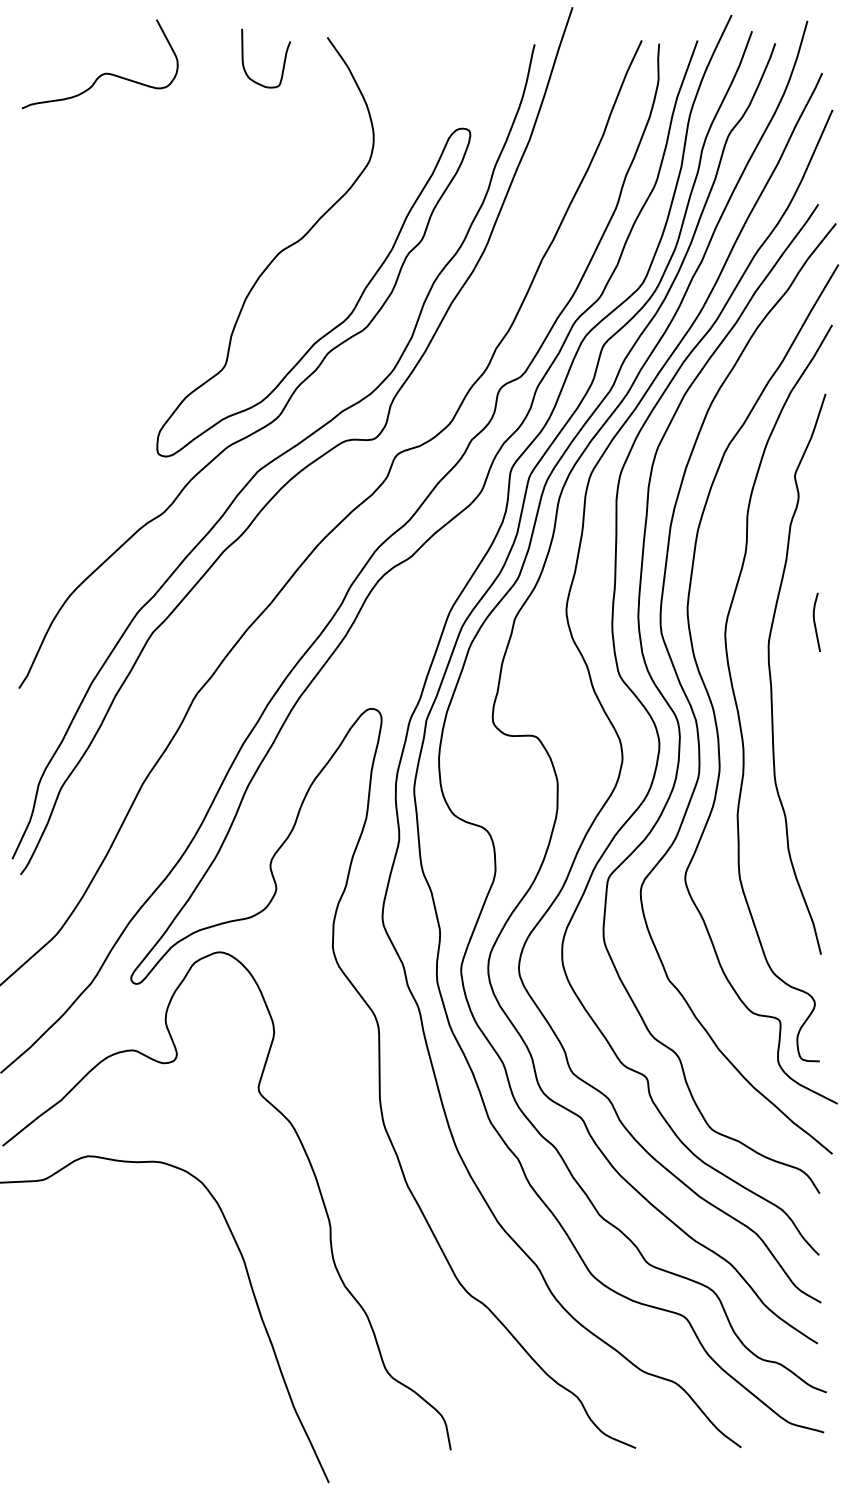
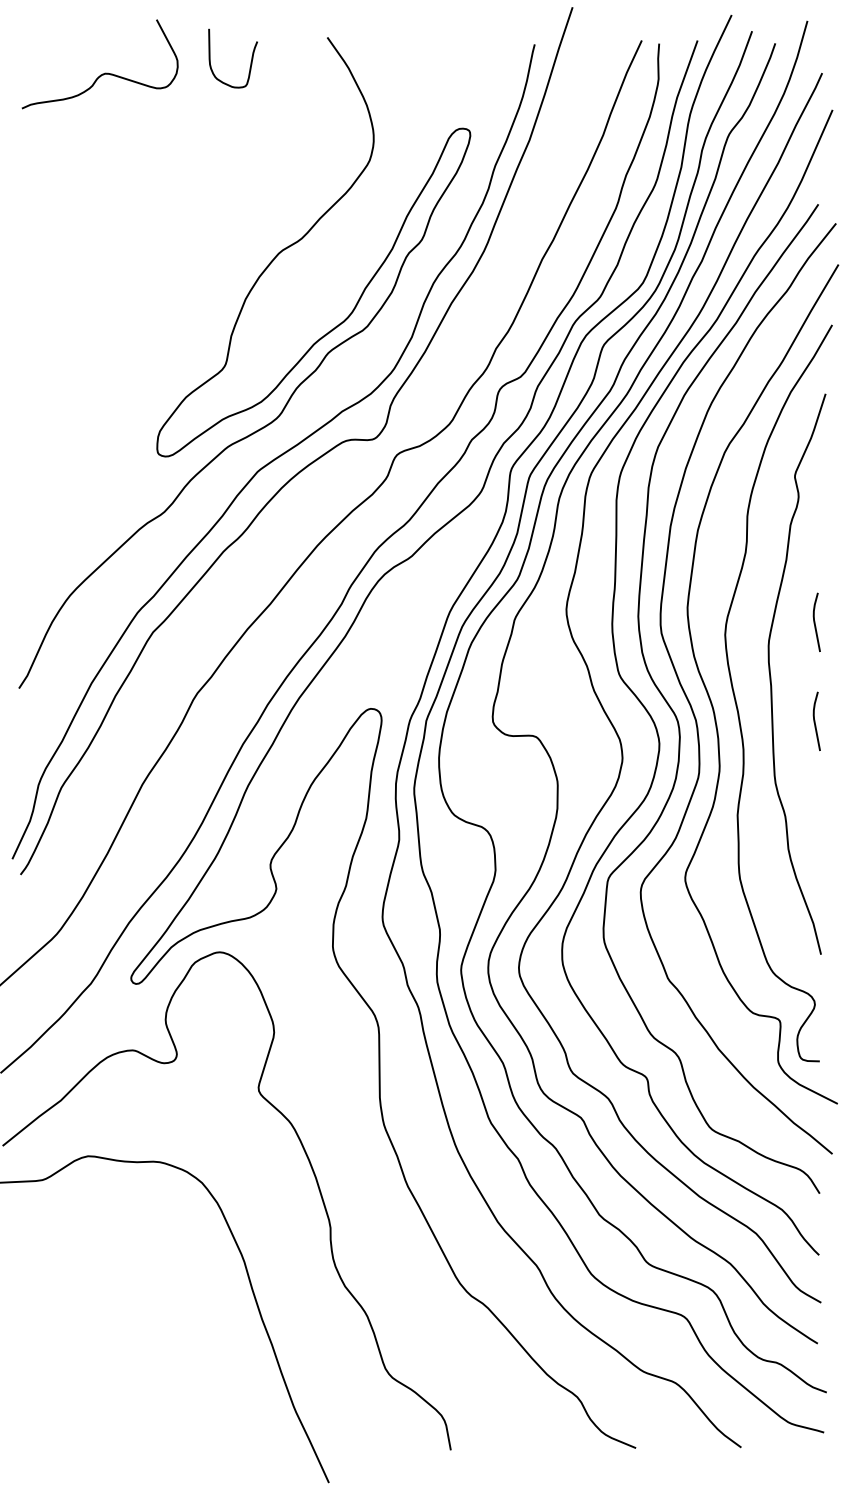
curve at (283, 62) position: (283, 62) -> (250, 62)
curve at (815, 720): none -> present
